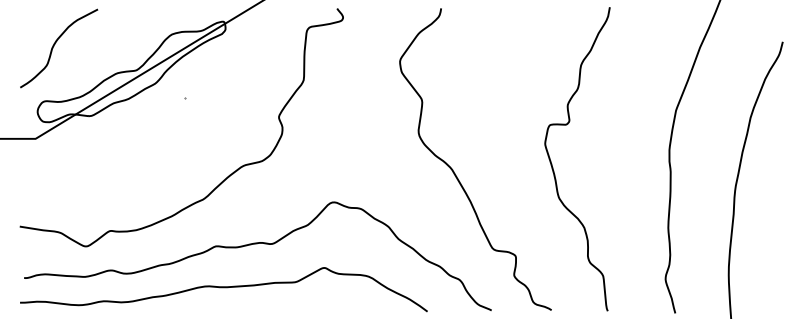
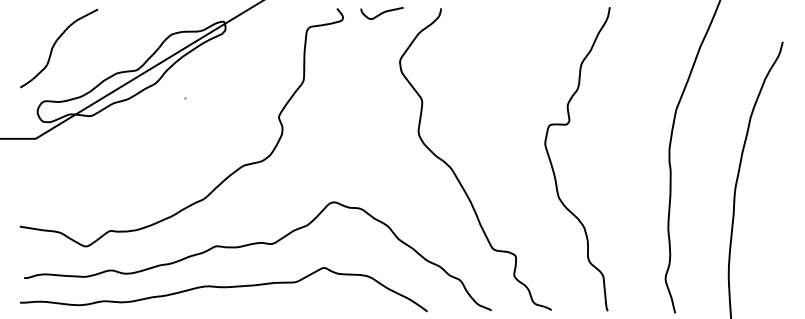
curve at (381, 13): none -> present
